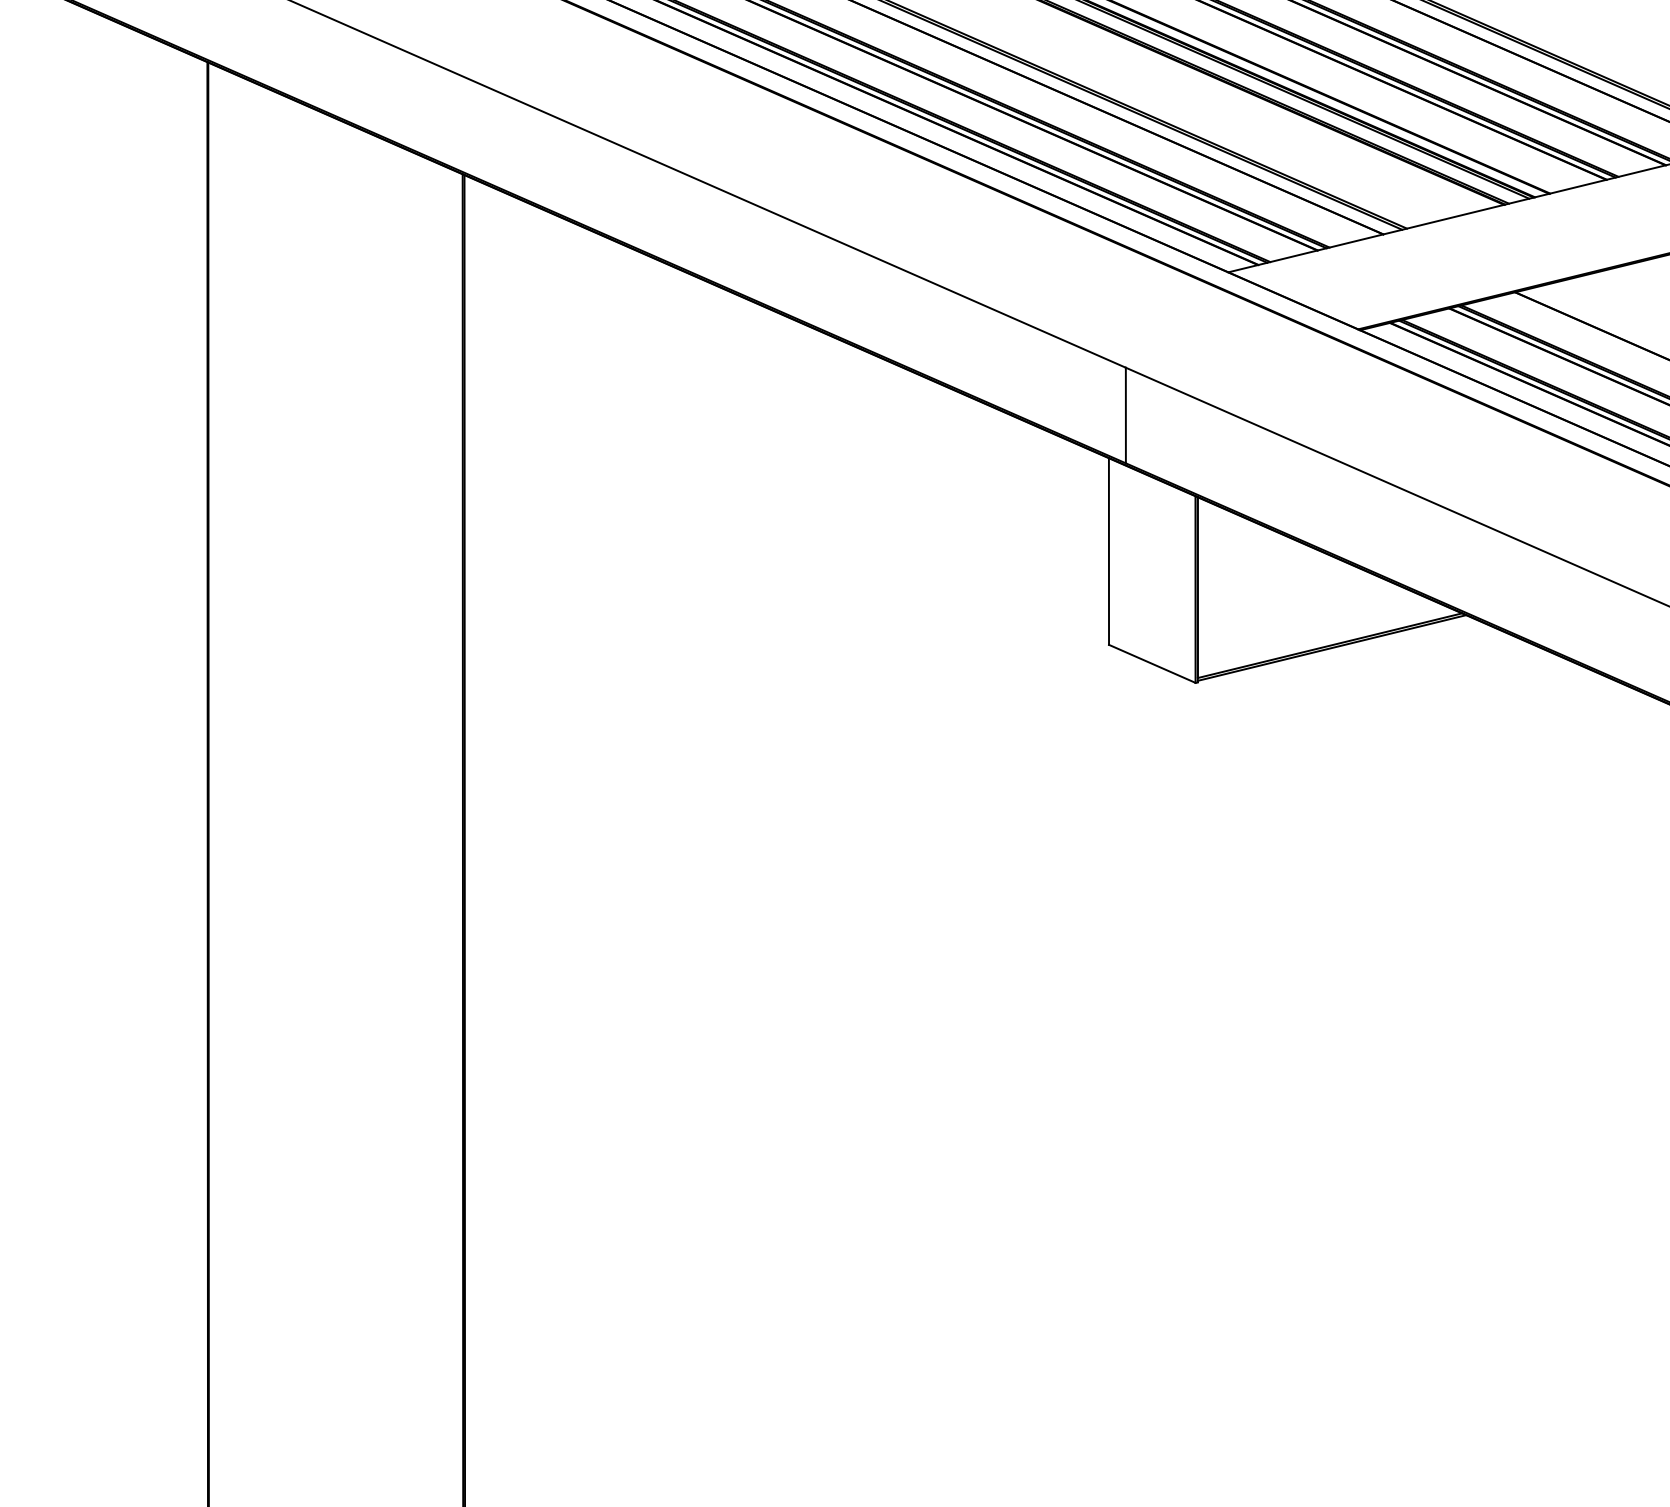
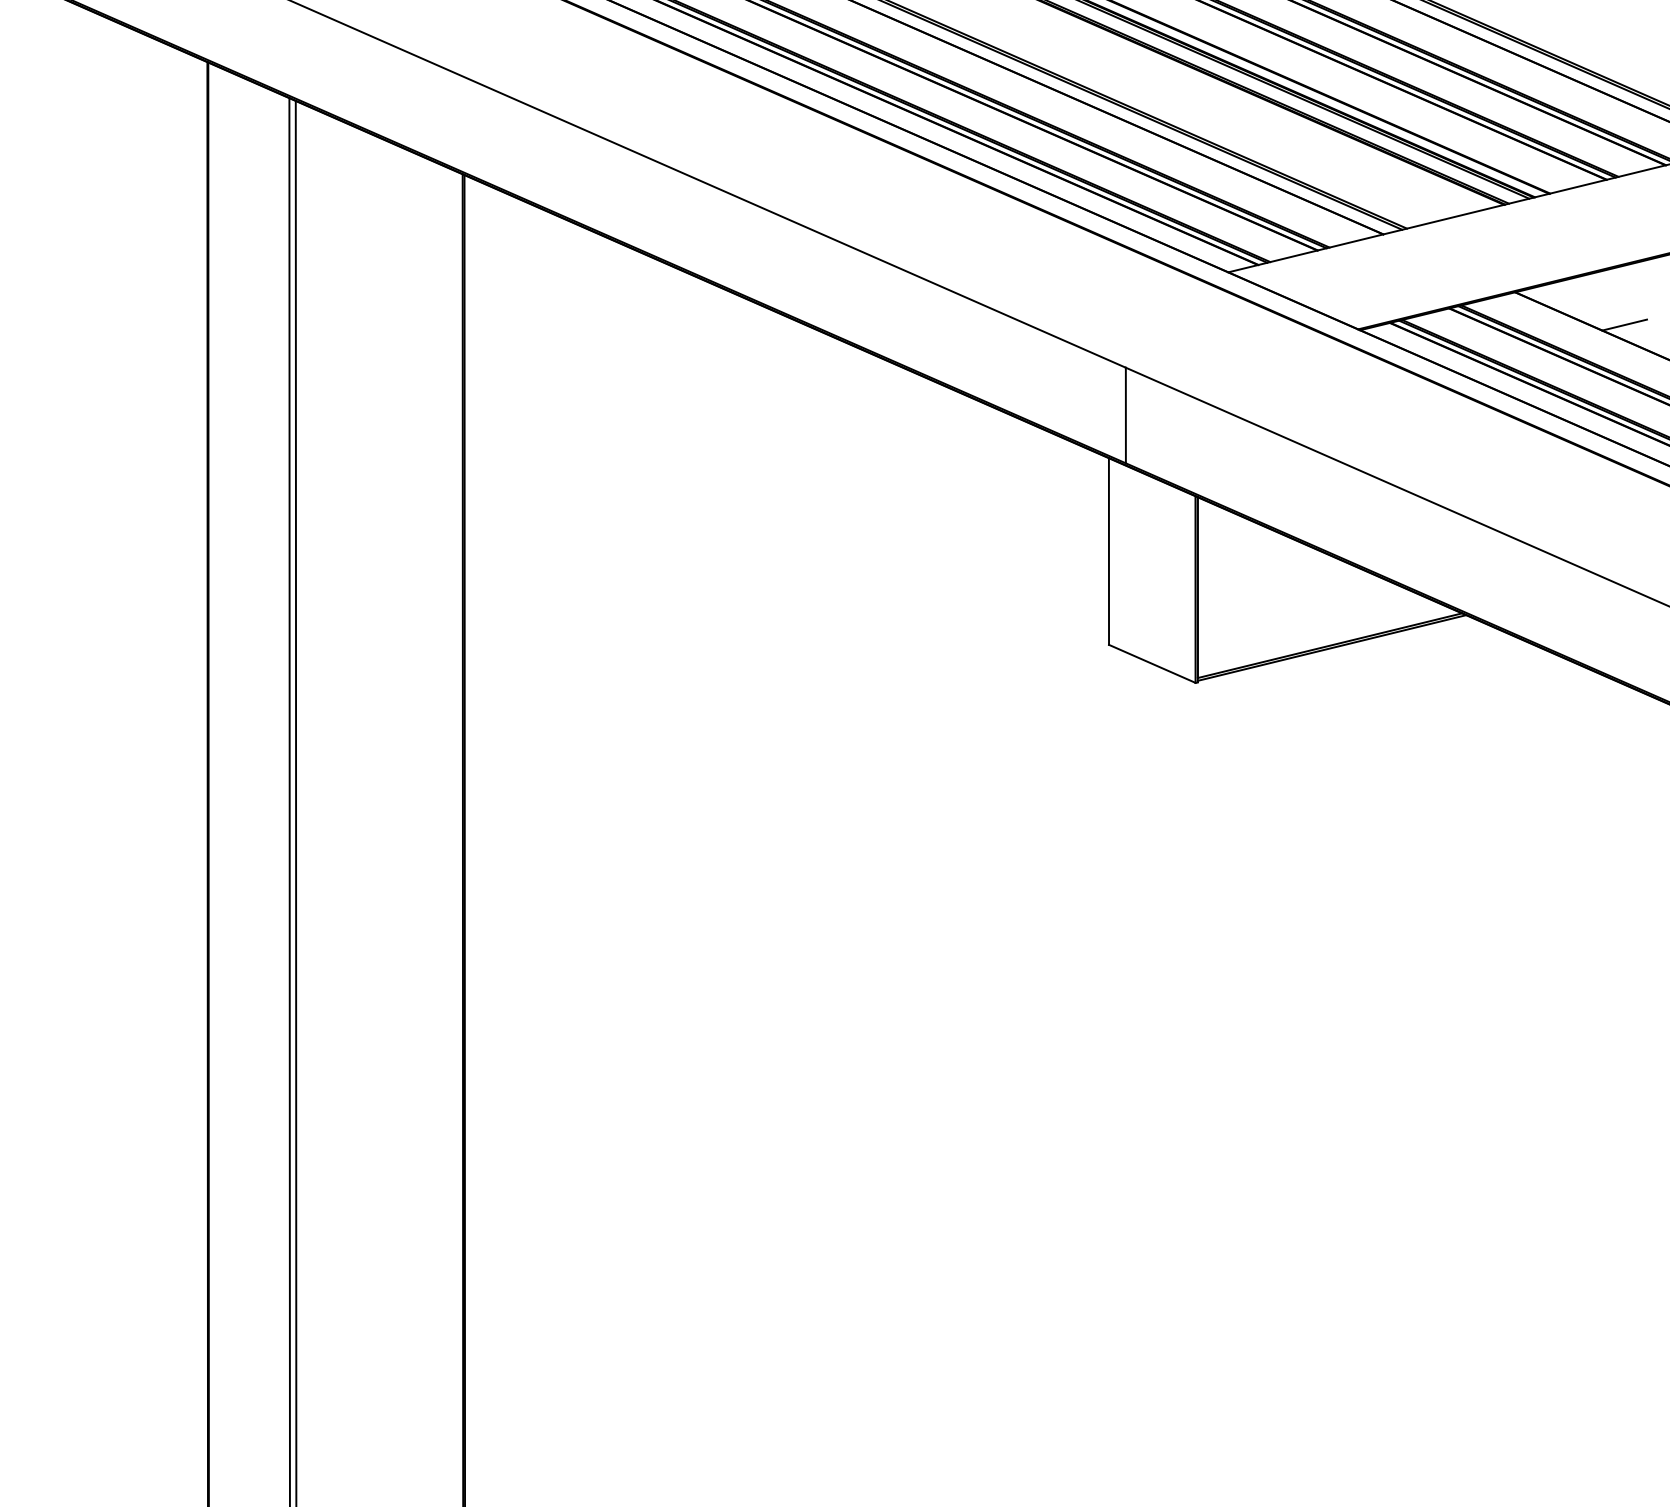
line at (1624, 324): none -> present
line at (289, 800): none -> present
line at (295, 802): none -> present
